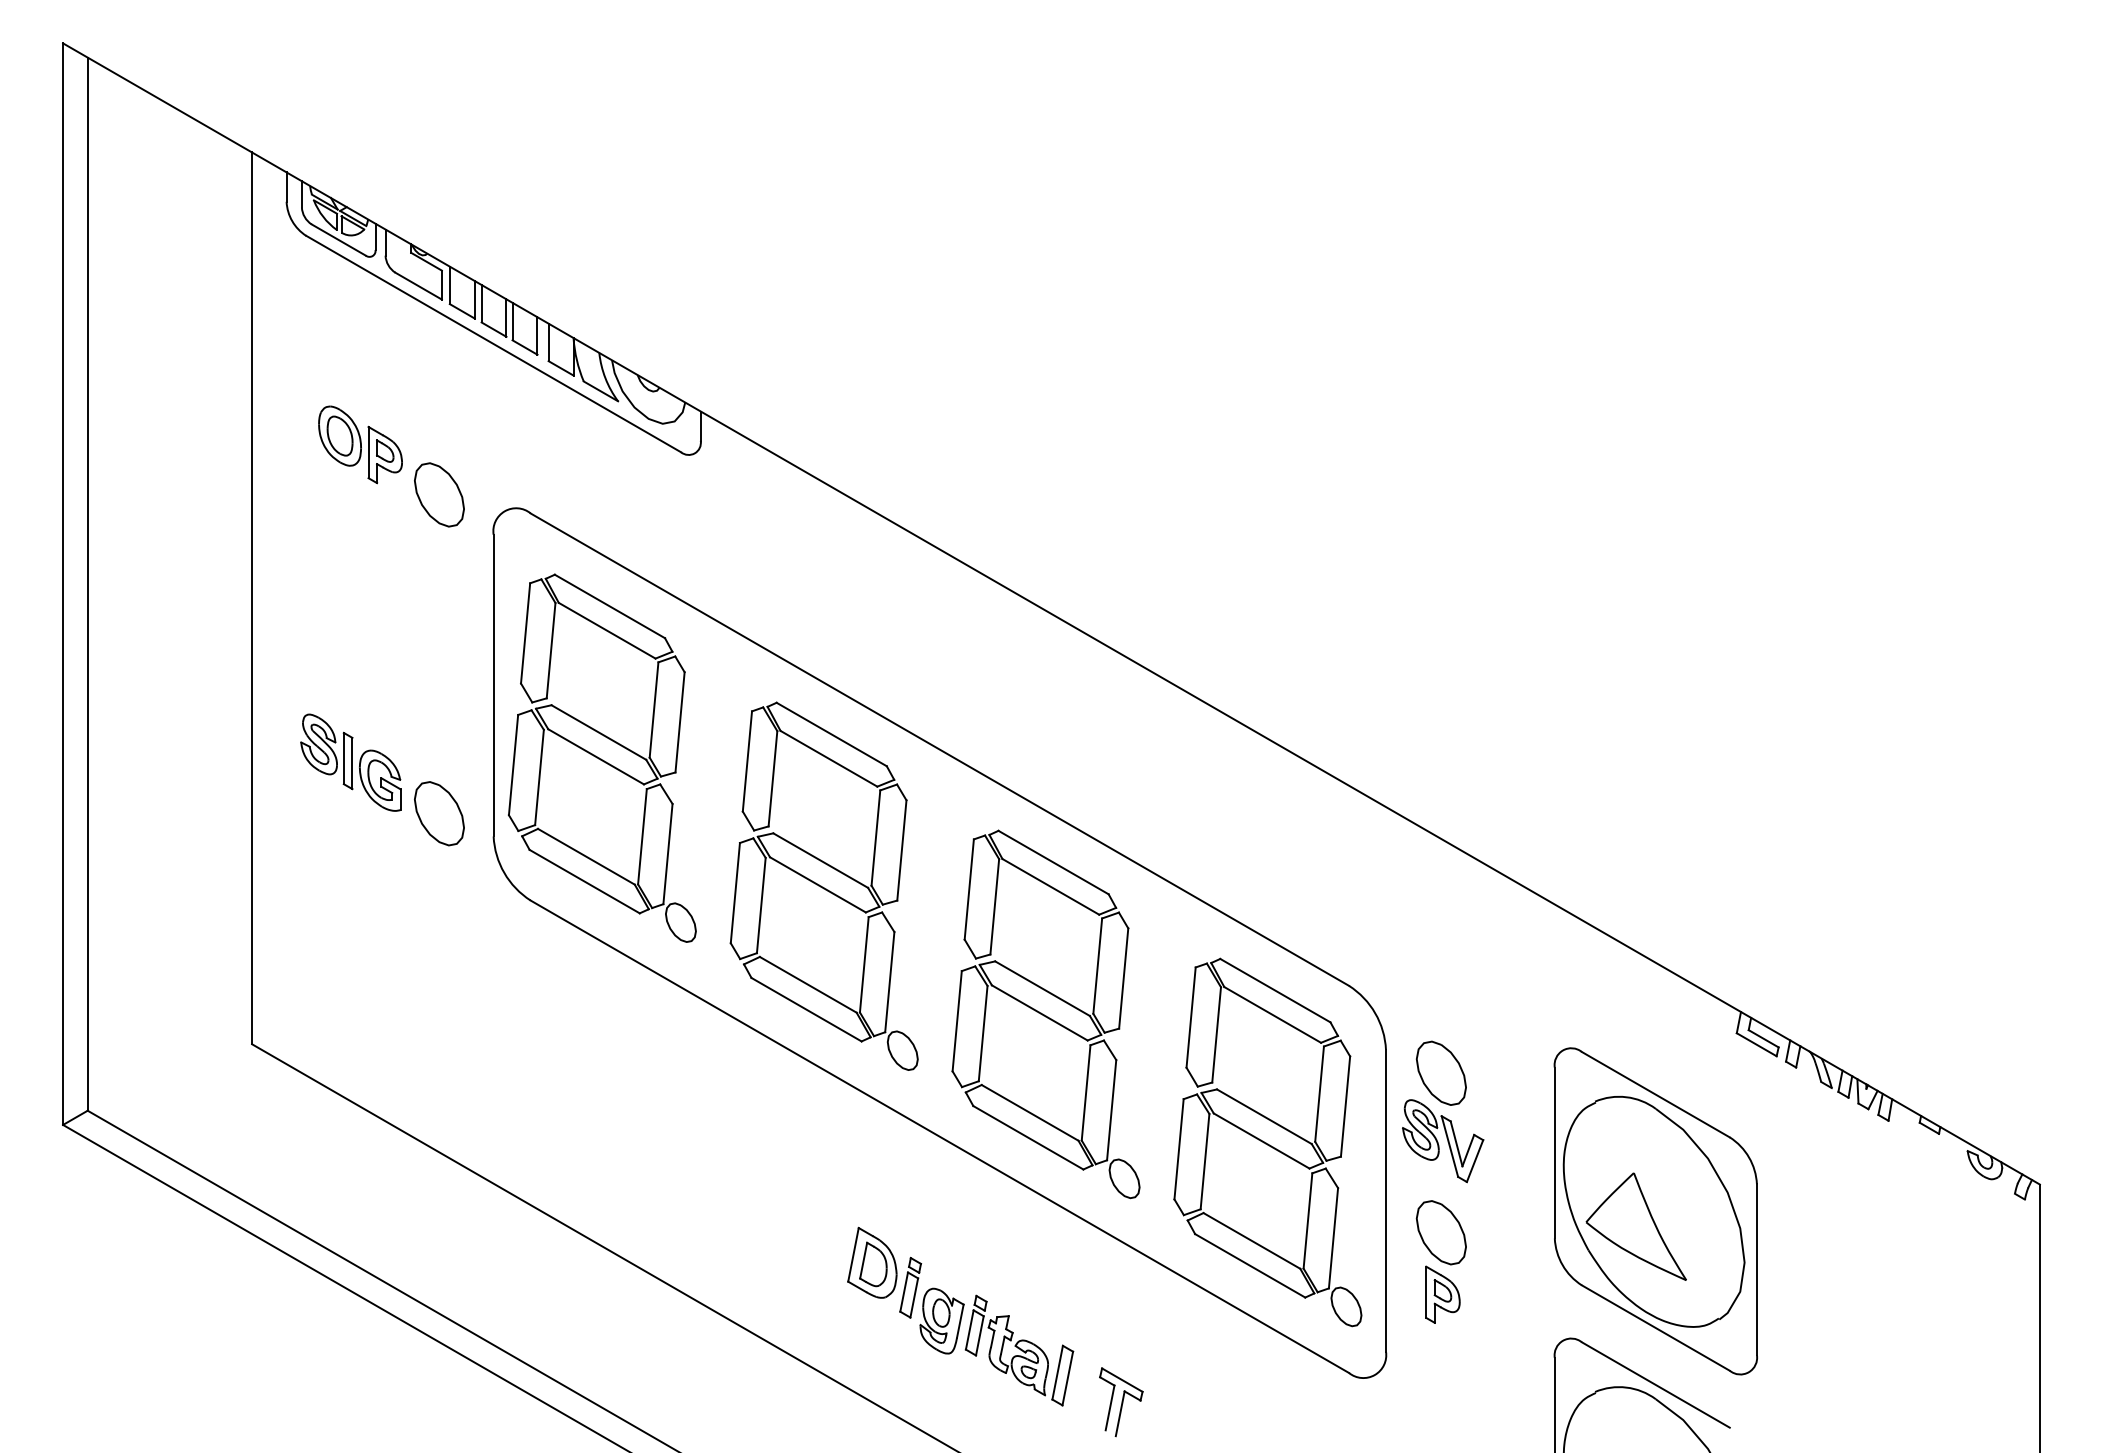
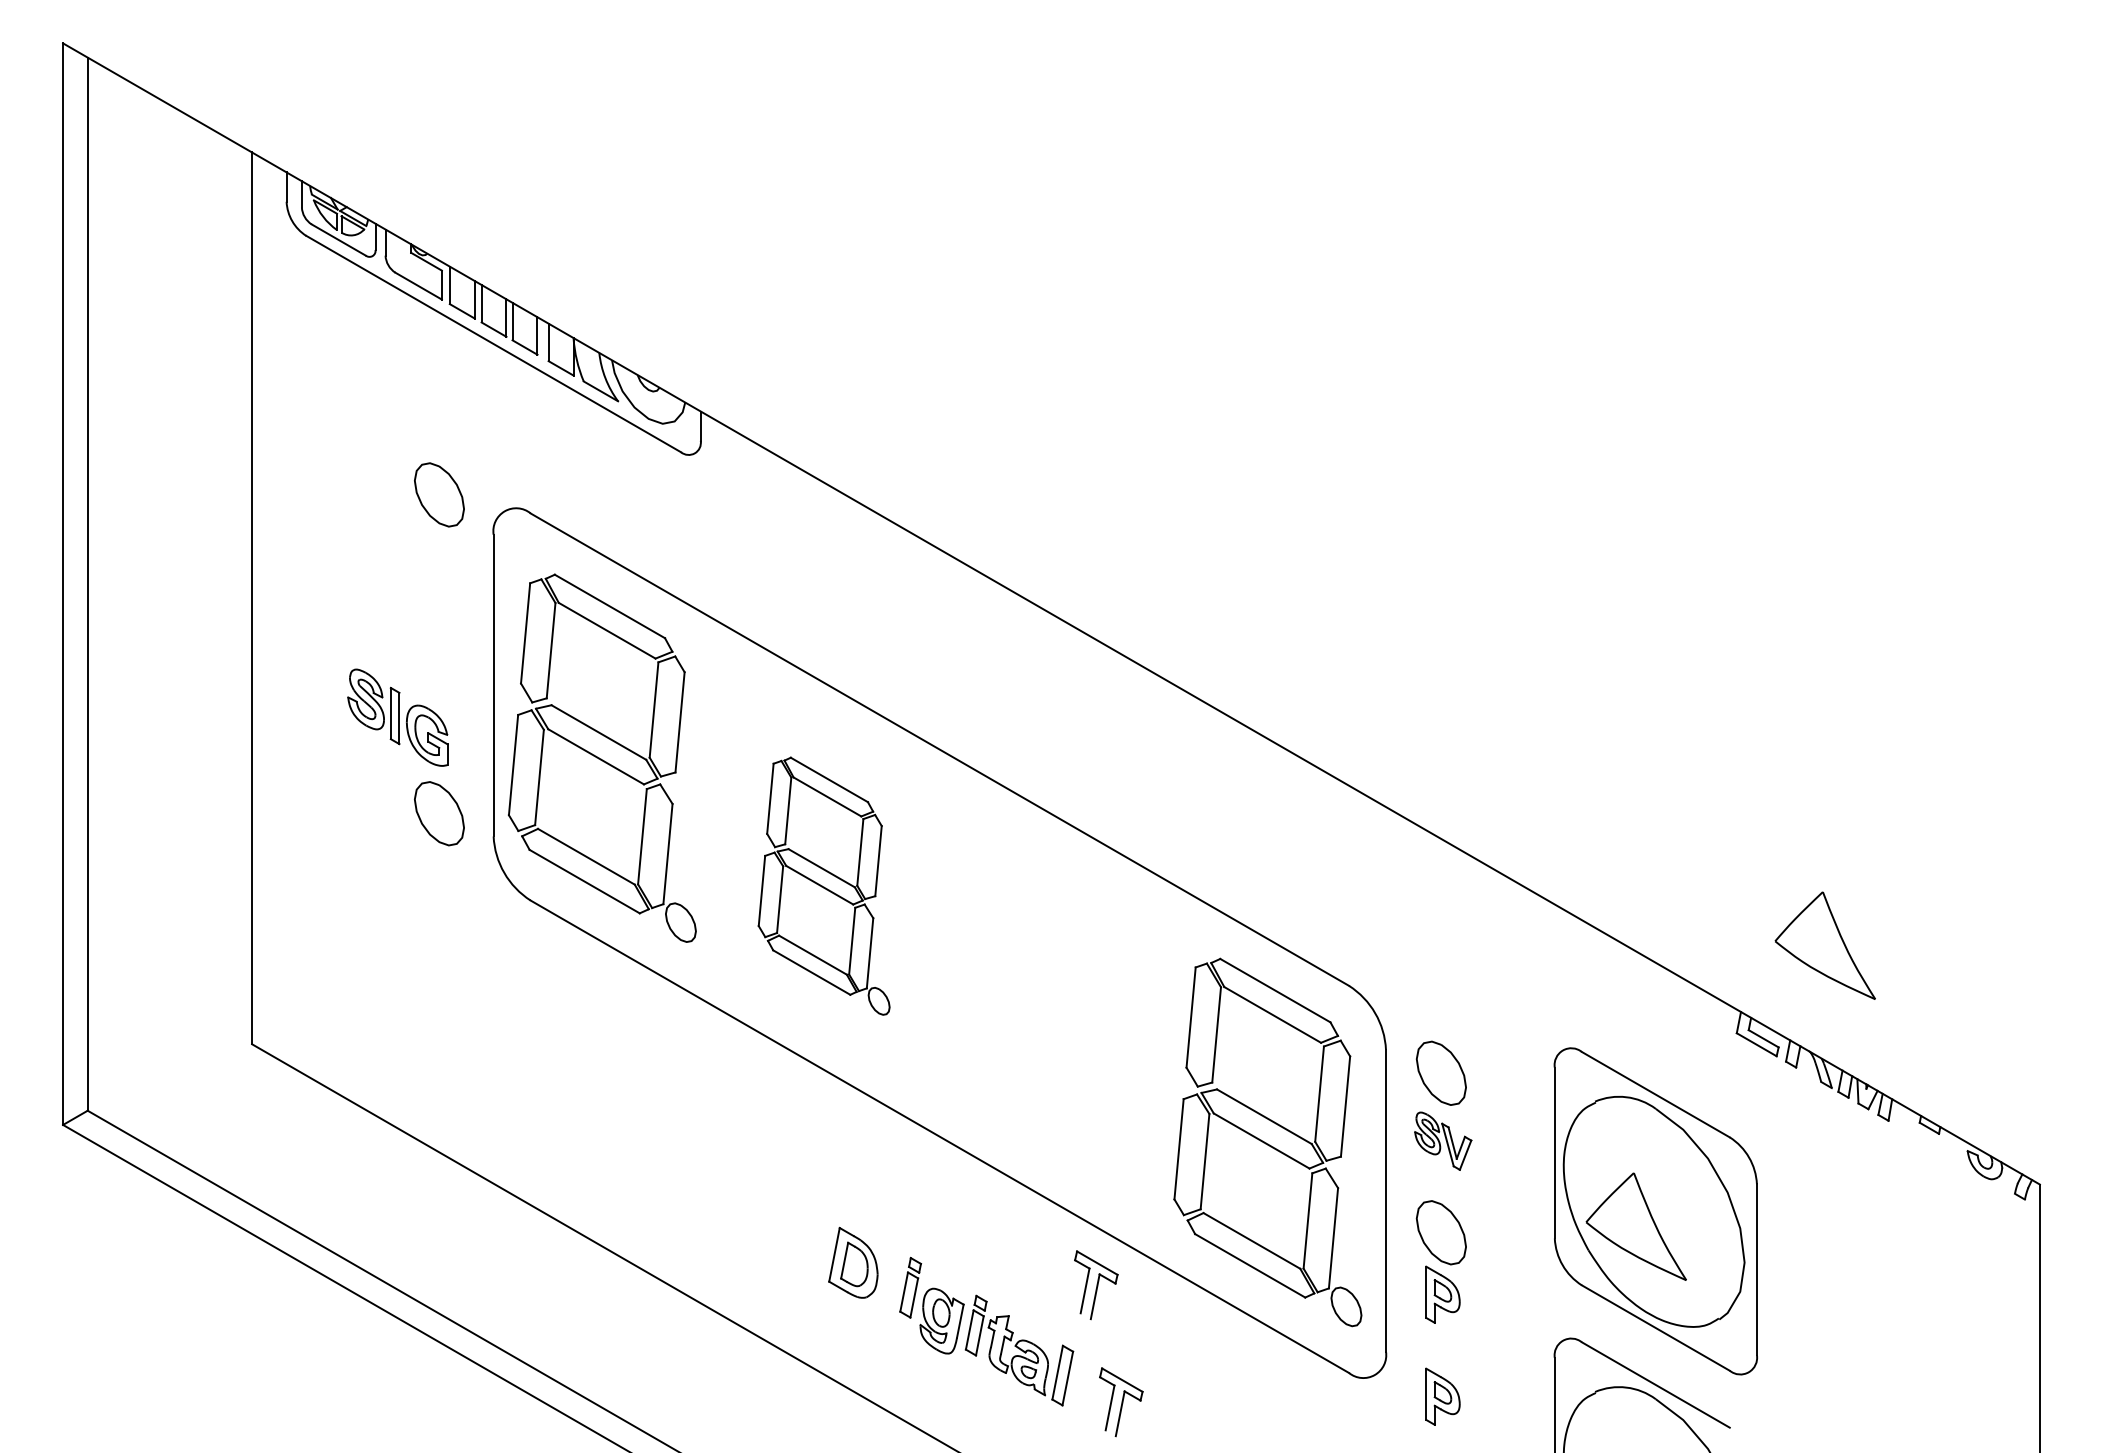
part at (360, 444): present -> none
part at (350, 762) position: (350, 762) -> (397, 717)
part at (823, 885) size: 190x370 px -> 134x260 px
part at (1824, 945): none -> present
part at (1045, 1014): present -> none
part at (1443, 1141) size: 83x85 px -> 59x60 px
part at (872, 1262) position: (872, 1262) -> (853, 1262)
part at (1096, 1285): none -> present
part at (1442, 1396): none -> present
